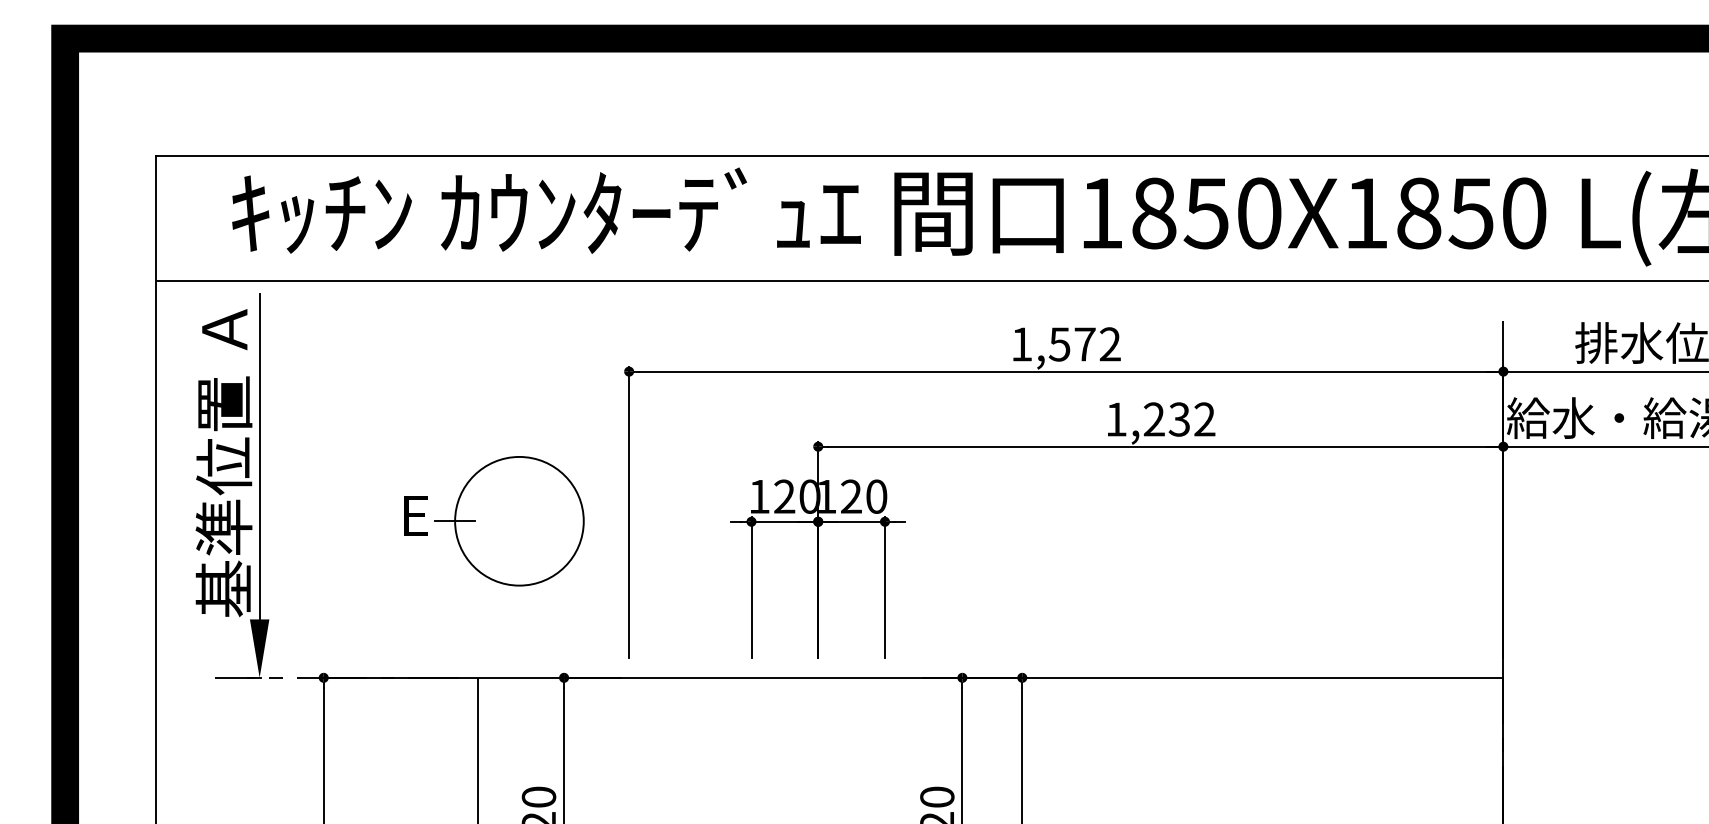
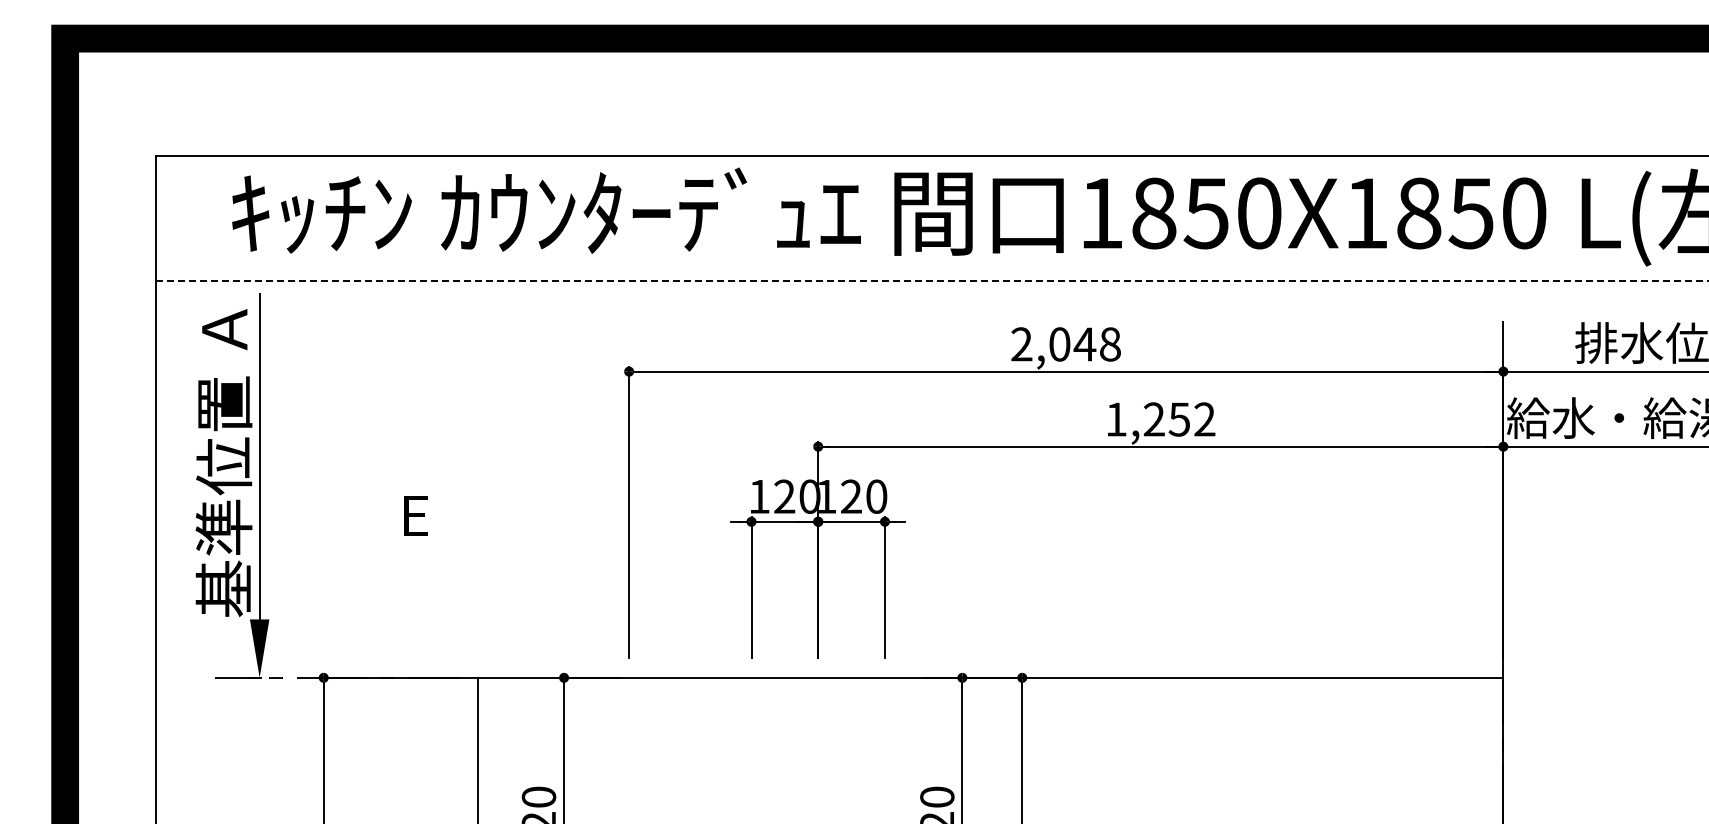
line at (932, 281): solid -> dashed
text at (1065, 344): 1,572 -> 2,048
text at (1178, 419): 1,232 -> 1,252
part at (509, 521): present -> none
